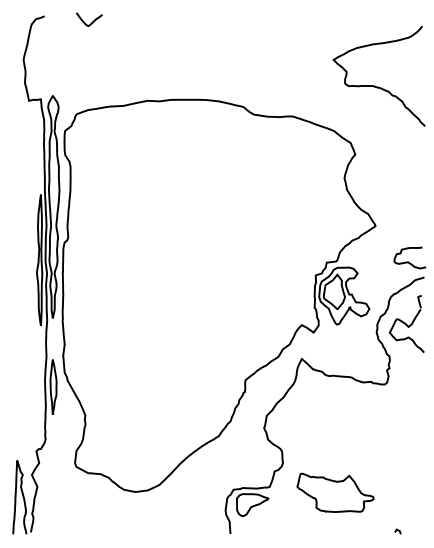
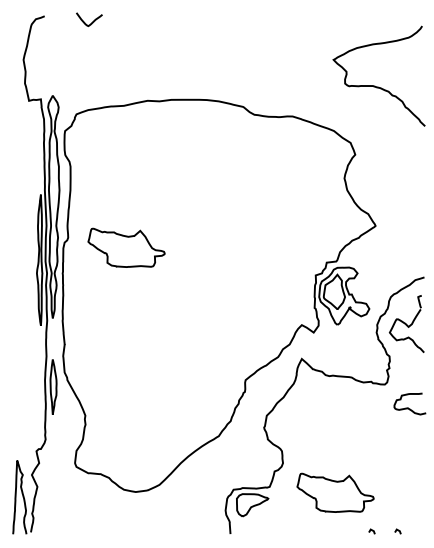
part at (126, 247): none -> present
curve at (408, 261) position: (408, 261) -> (408, 407)
line at (371, 530): none -> present
